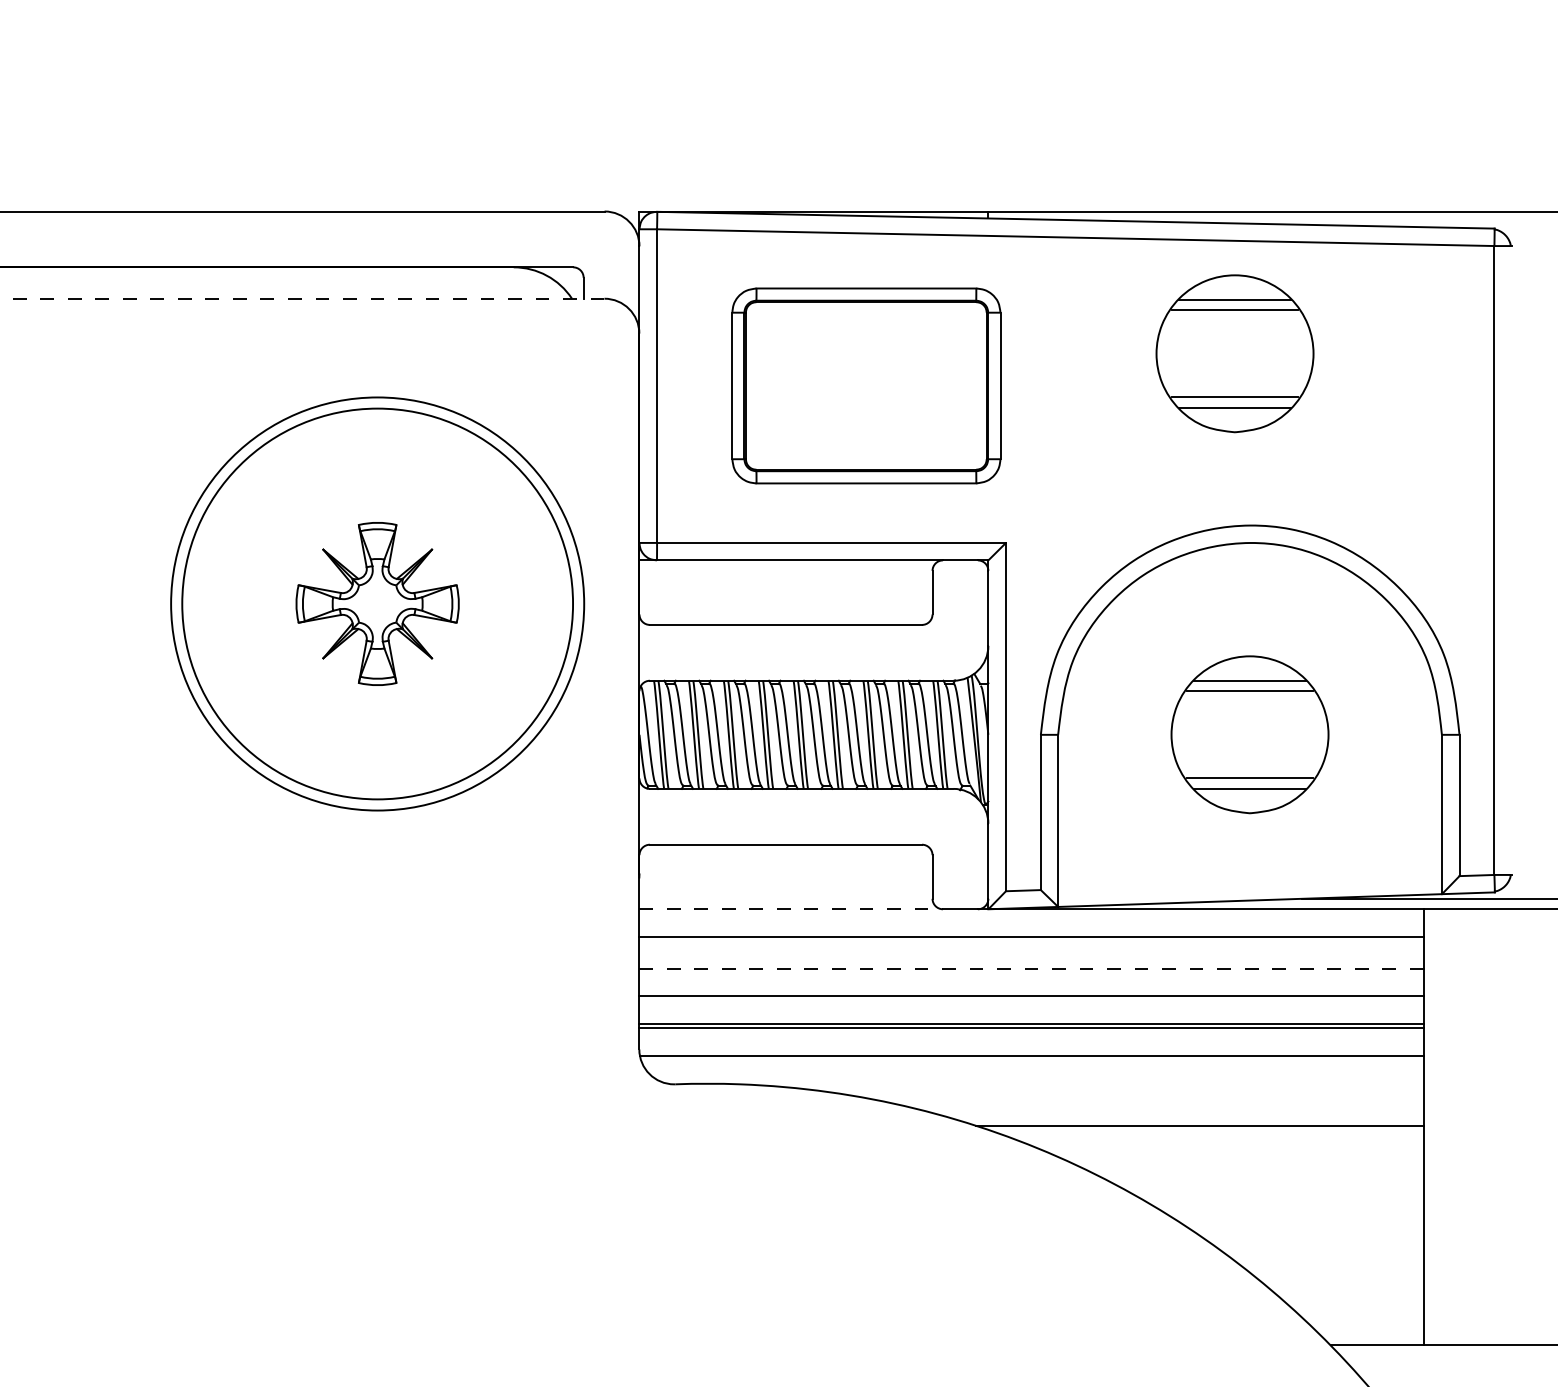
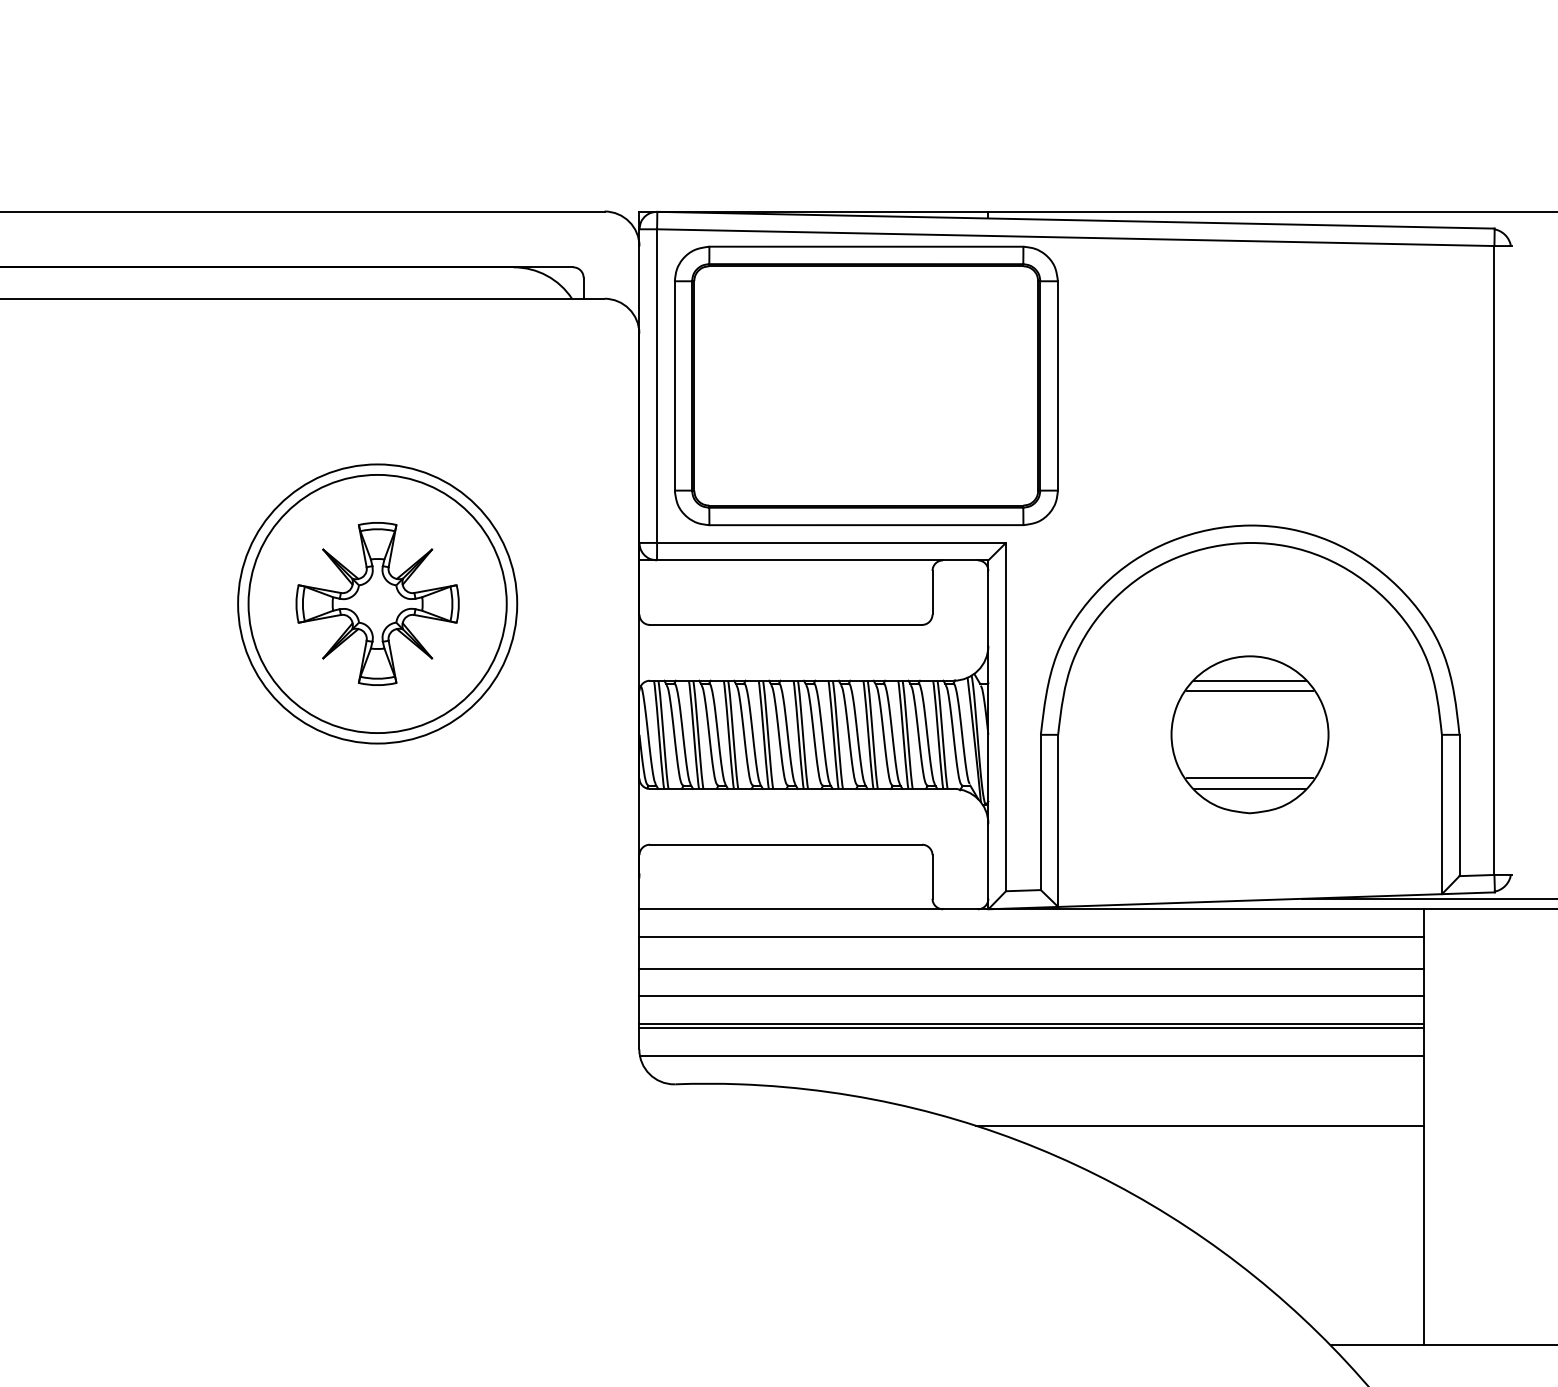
line at (302, 298): dashed -> solid
part at (1234, 353): present -> none
part at (866, 385) size: 271x198 px -> 385x282 px
circle at (377, 603) diameter: 391 px -> 279 px
circle at (377, 603) diameter: 413 px -> 258 px
line at (790, 909): dashed -> solid
line at (1031, 968): dashed -> solid
